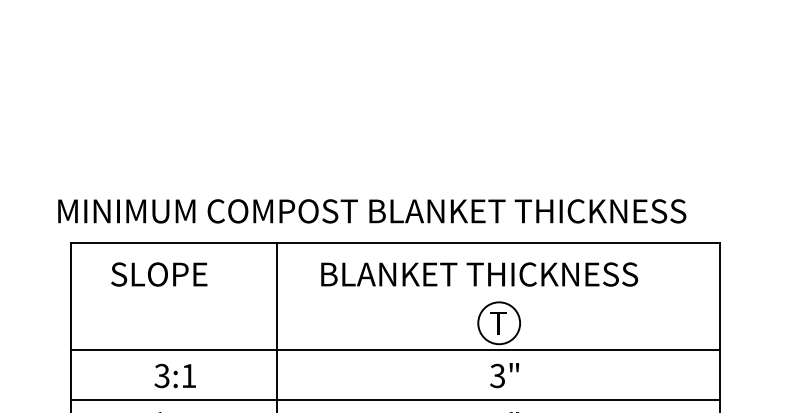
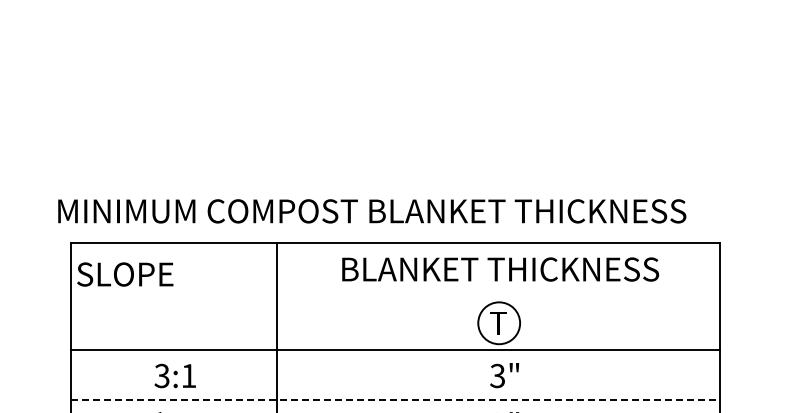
text at (159, 274) position: (159, 274) -> (125, 274)
text at (479, 274) position: (479, 274) -> (500, 269)
line at (395, 399): solid -> dashed
